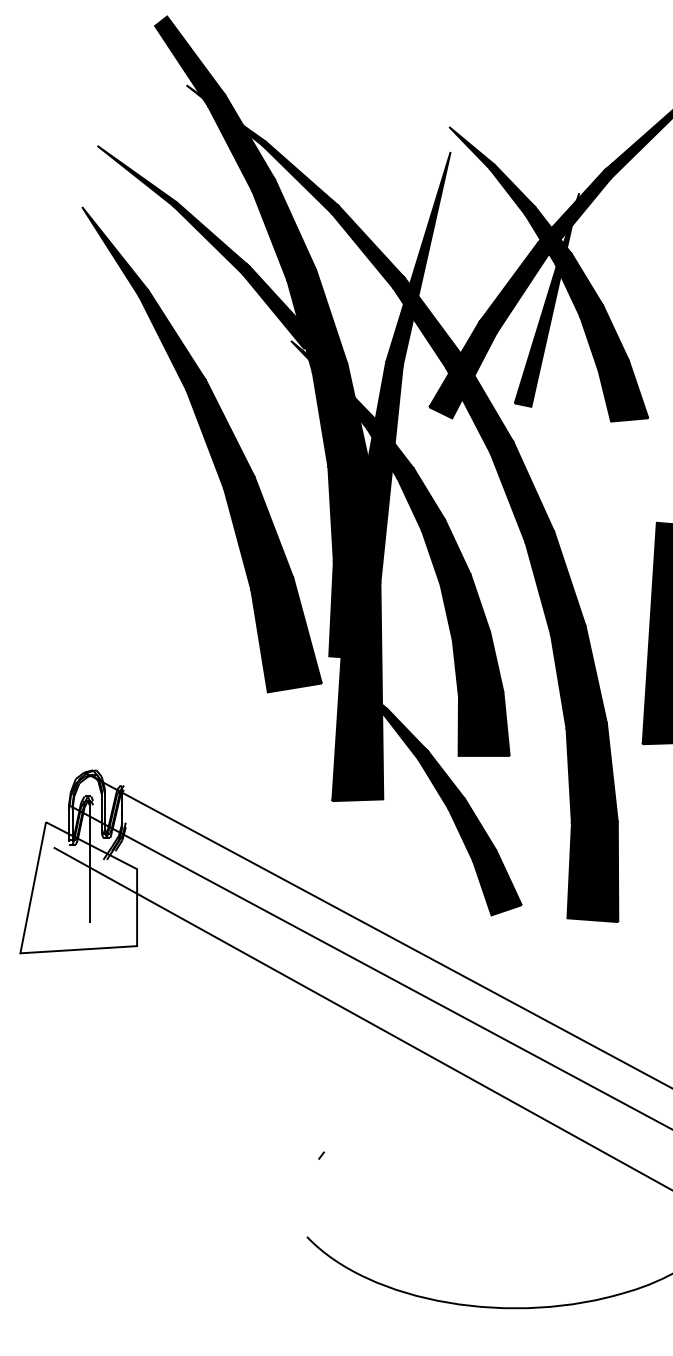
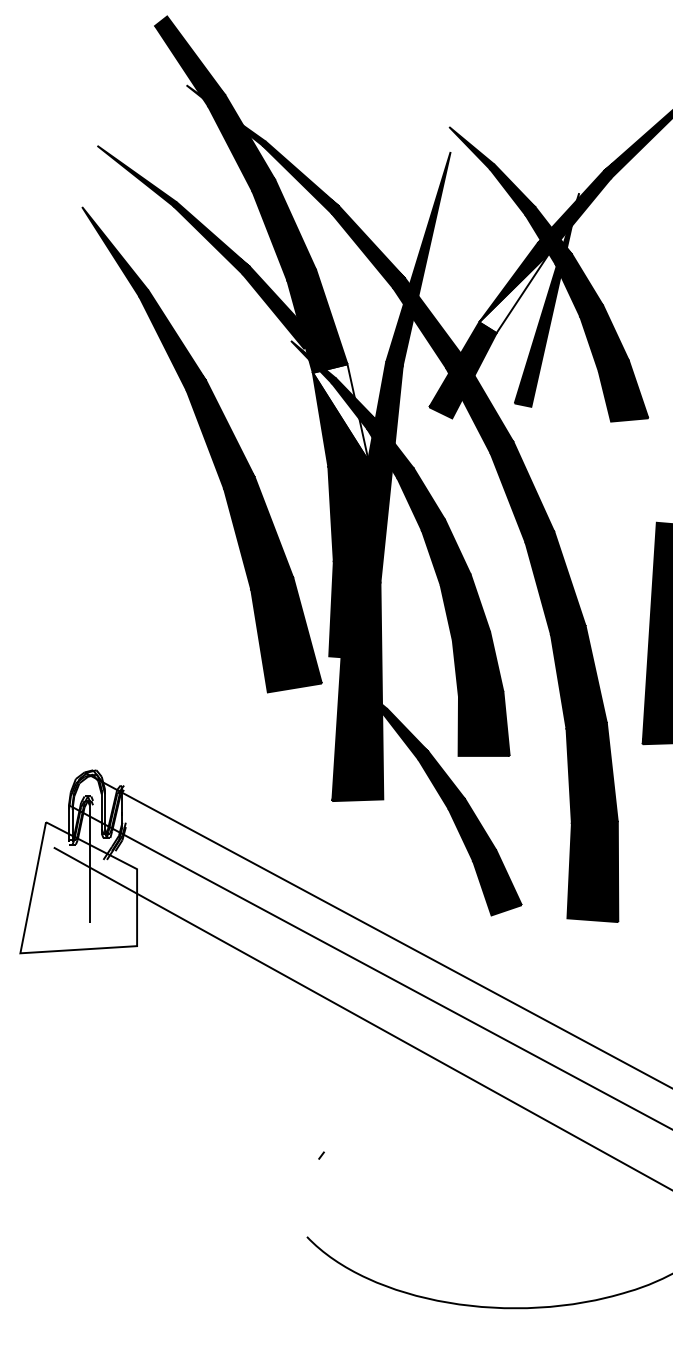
fill at (514, 292): present -> none
fill at (340, 412): present -> none
